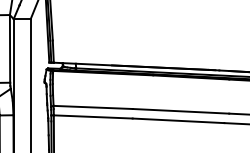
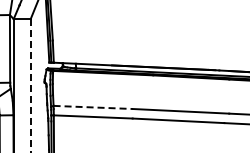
line at (30, 85): solid -> dashed
line at (93, 107): solid -> dashed
